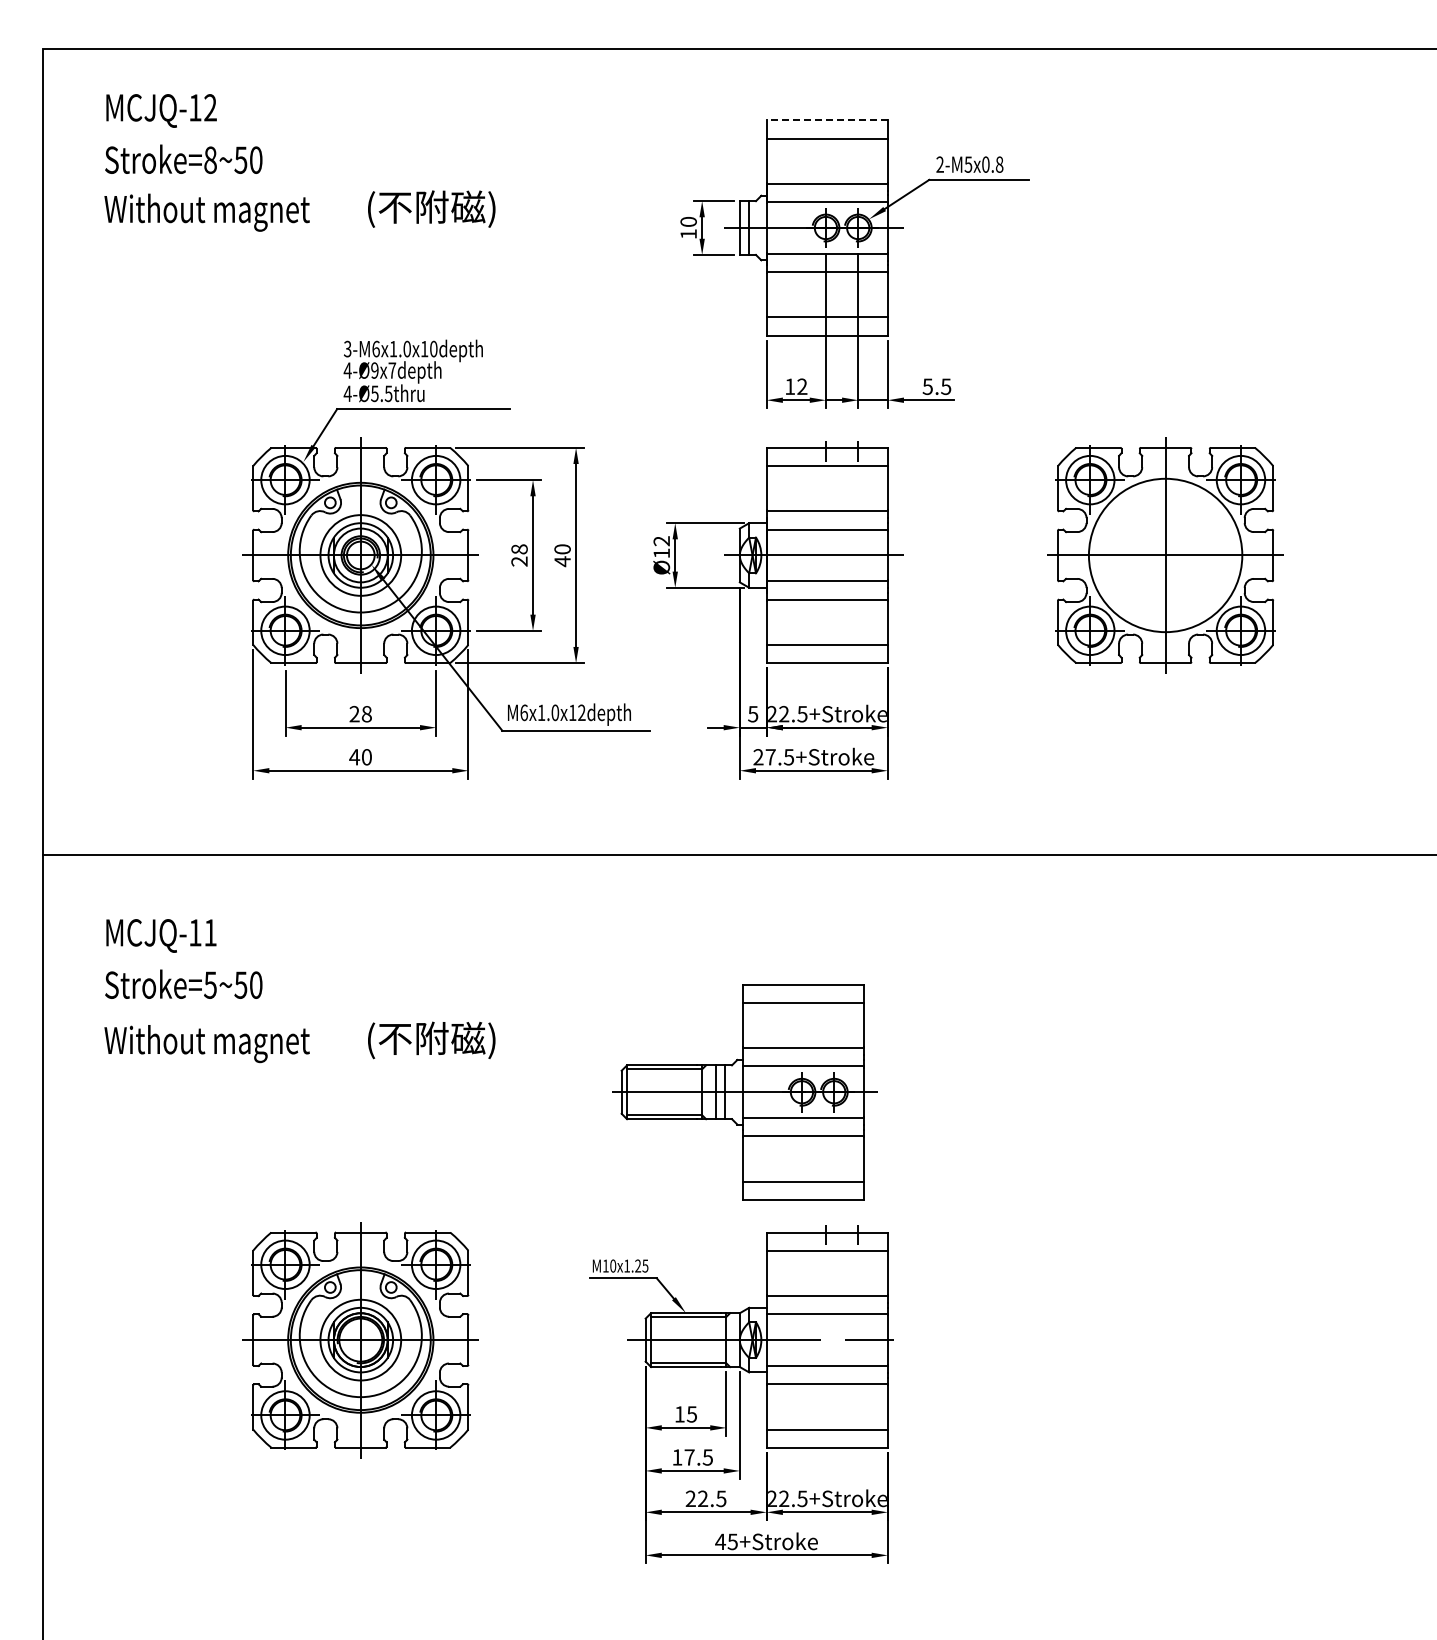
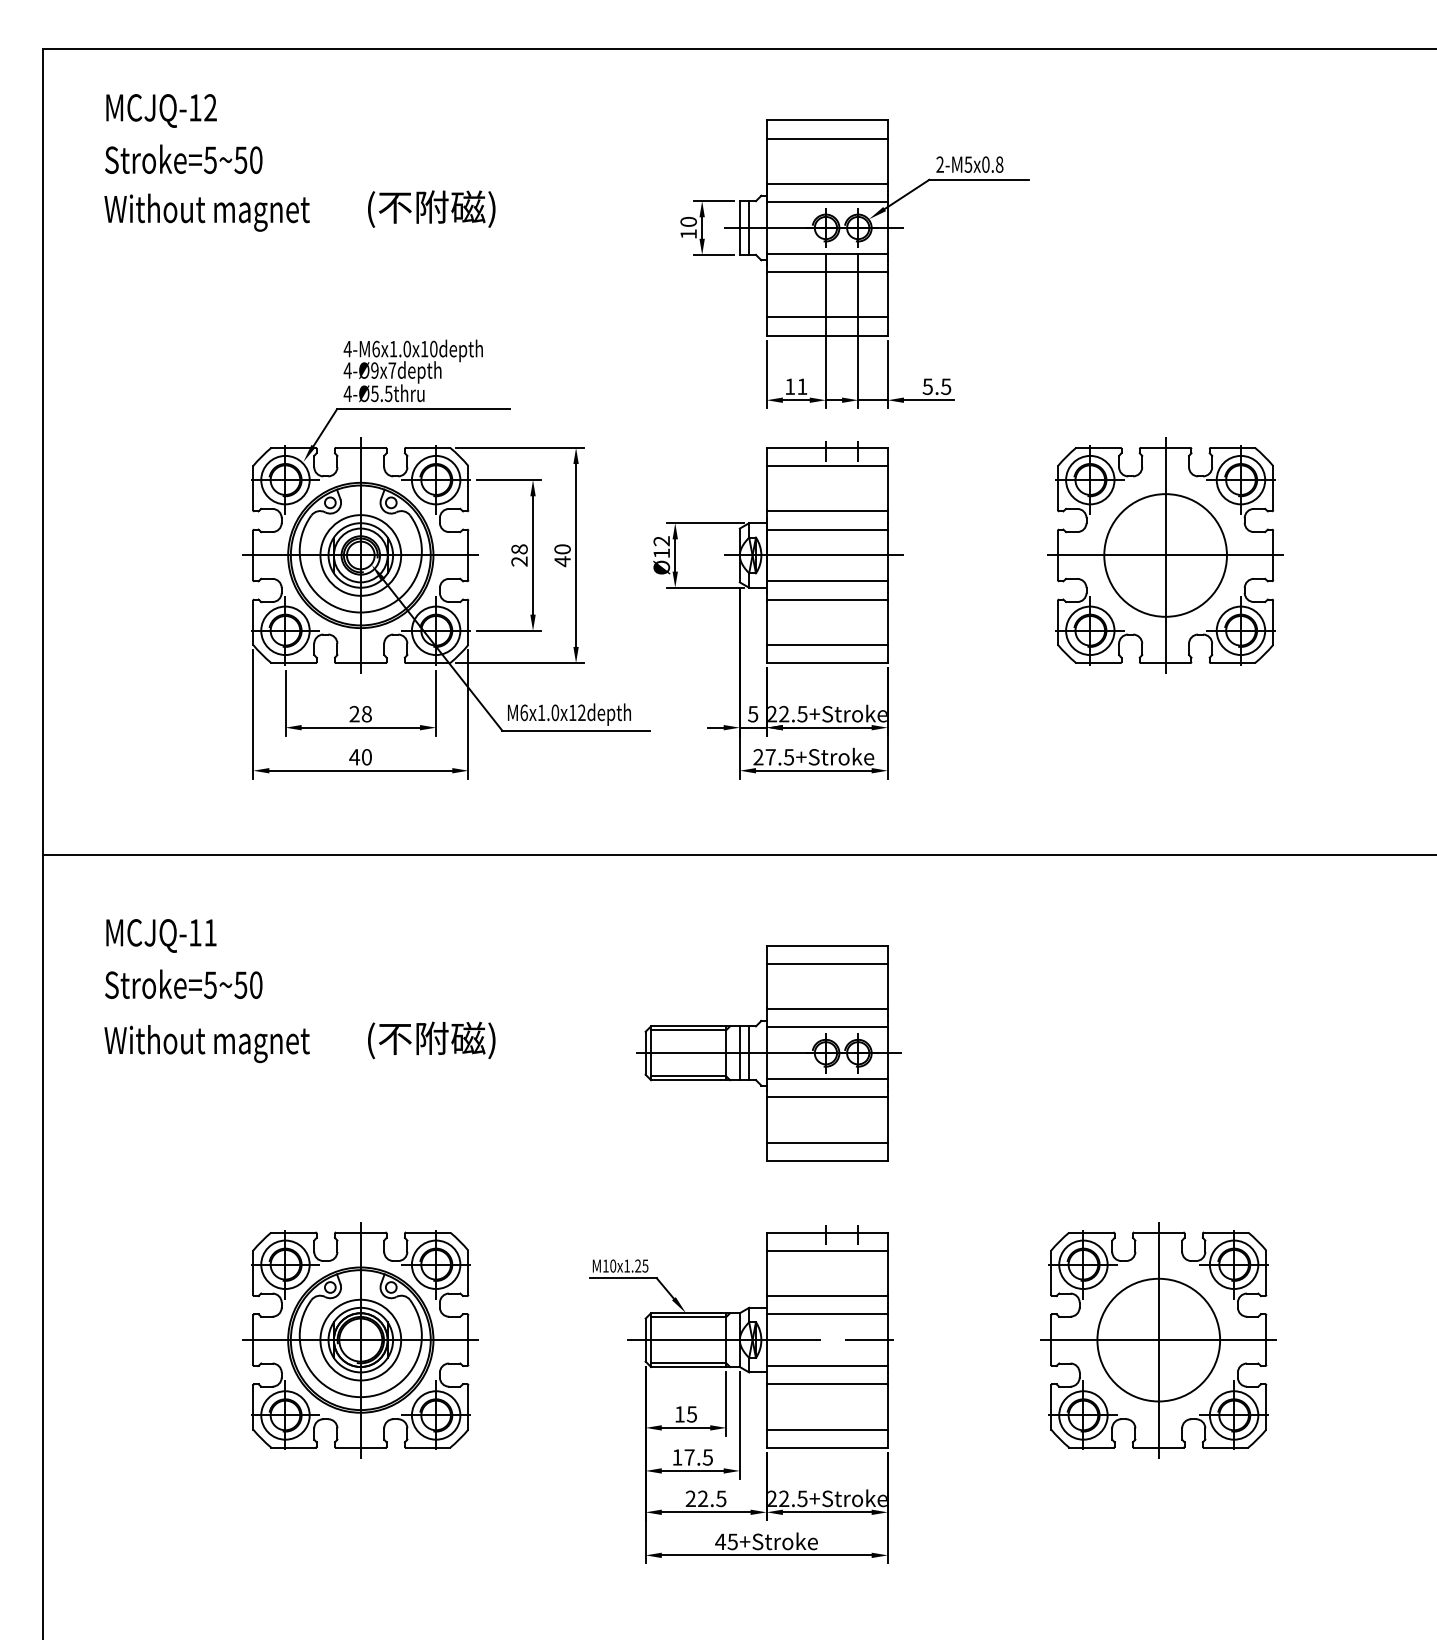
line at (827, 120): dashed -> solid
text at (210, 159): Stroke=8~50 -> Stroke=5~50
text at (347, 348): 3-M6x1.0x10depth -> 4-M6x1.0x10depth
text at (802, 386): 12 -> 11
circle at (1165, 555) diameter: 153 px -> 123 px
part at (744, 1092) position: (744, 1092) -> (768, 1053)
part at (1158, 1340): none -> present
